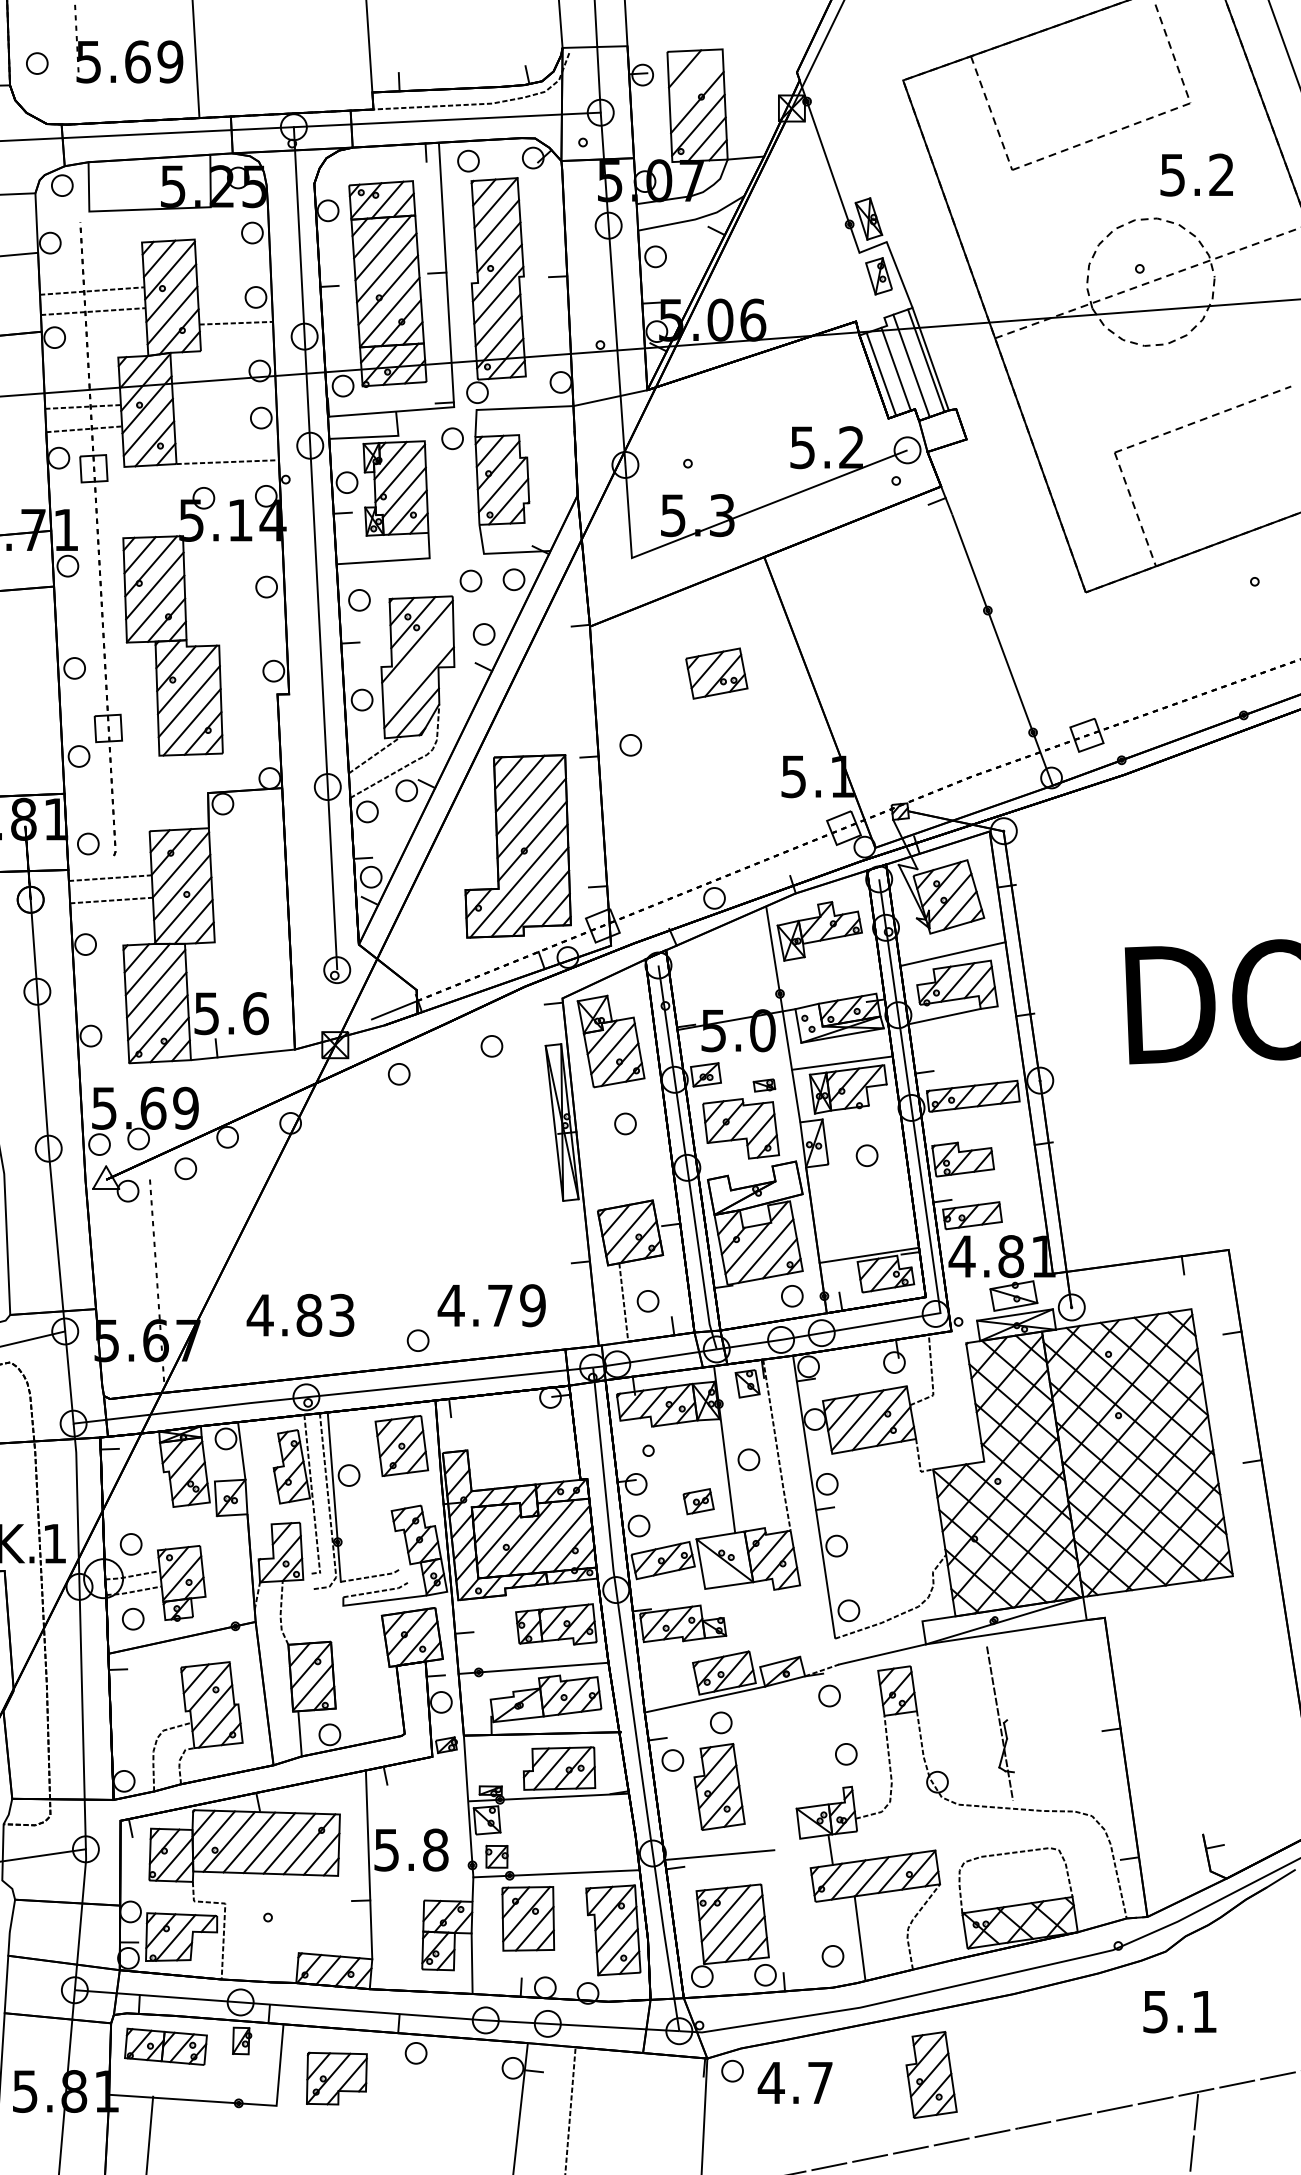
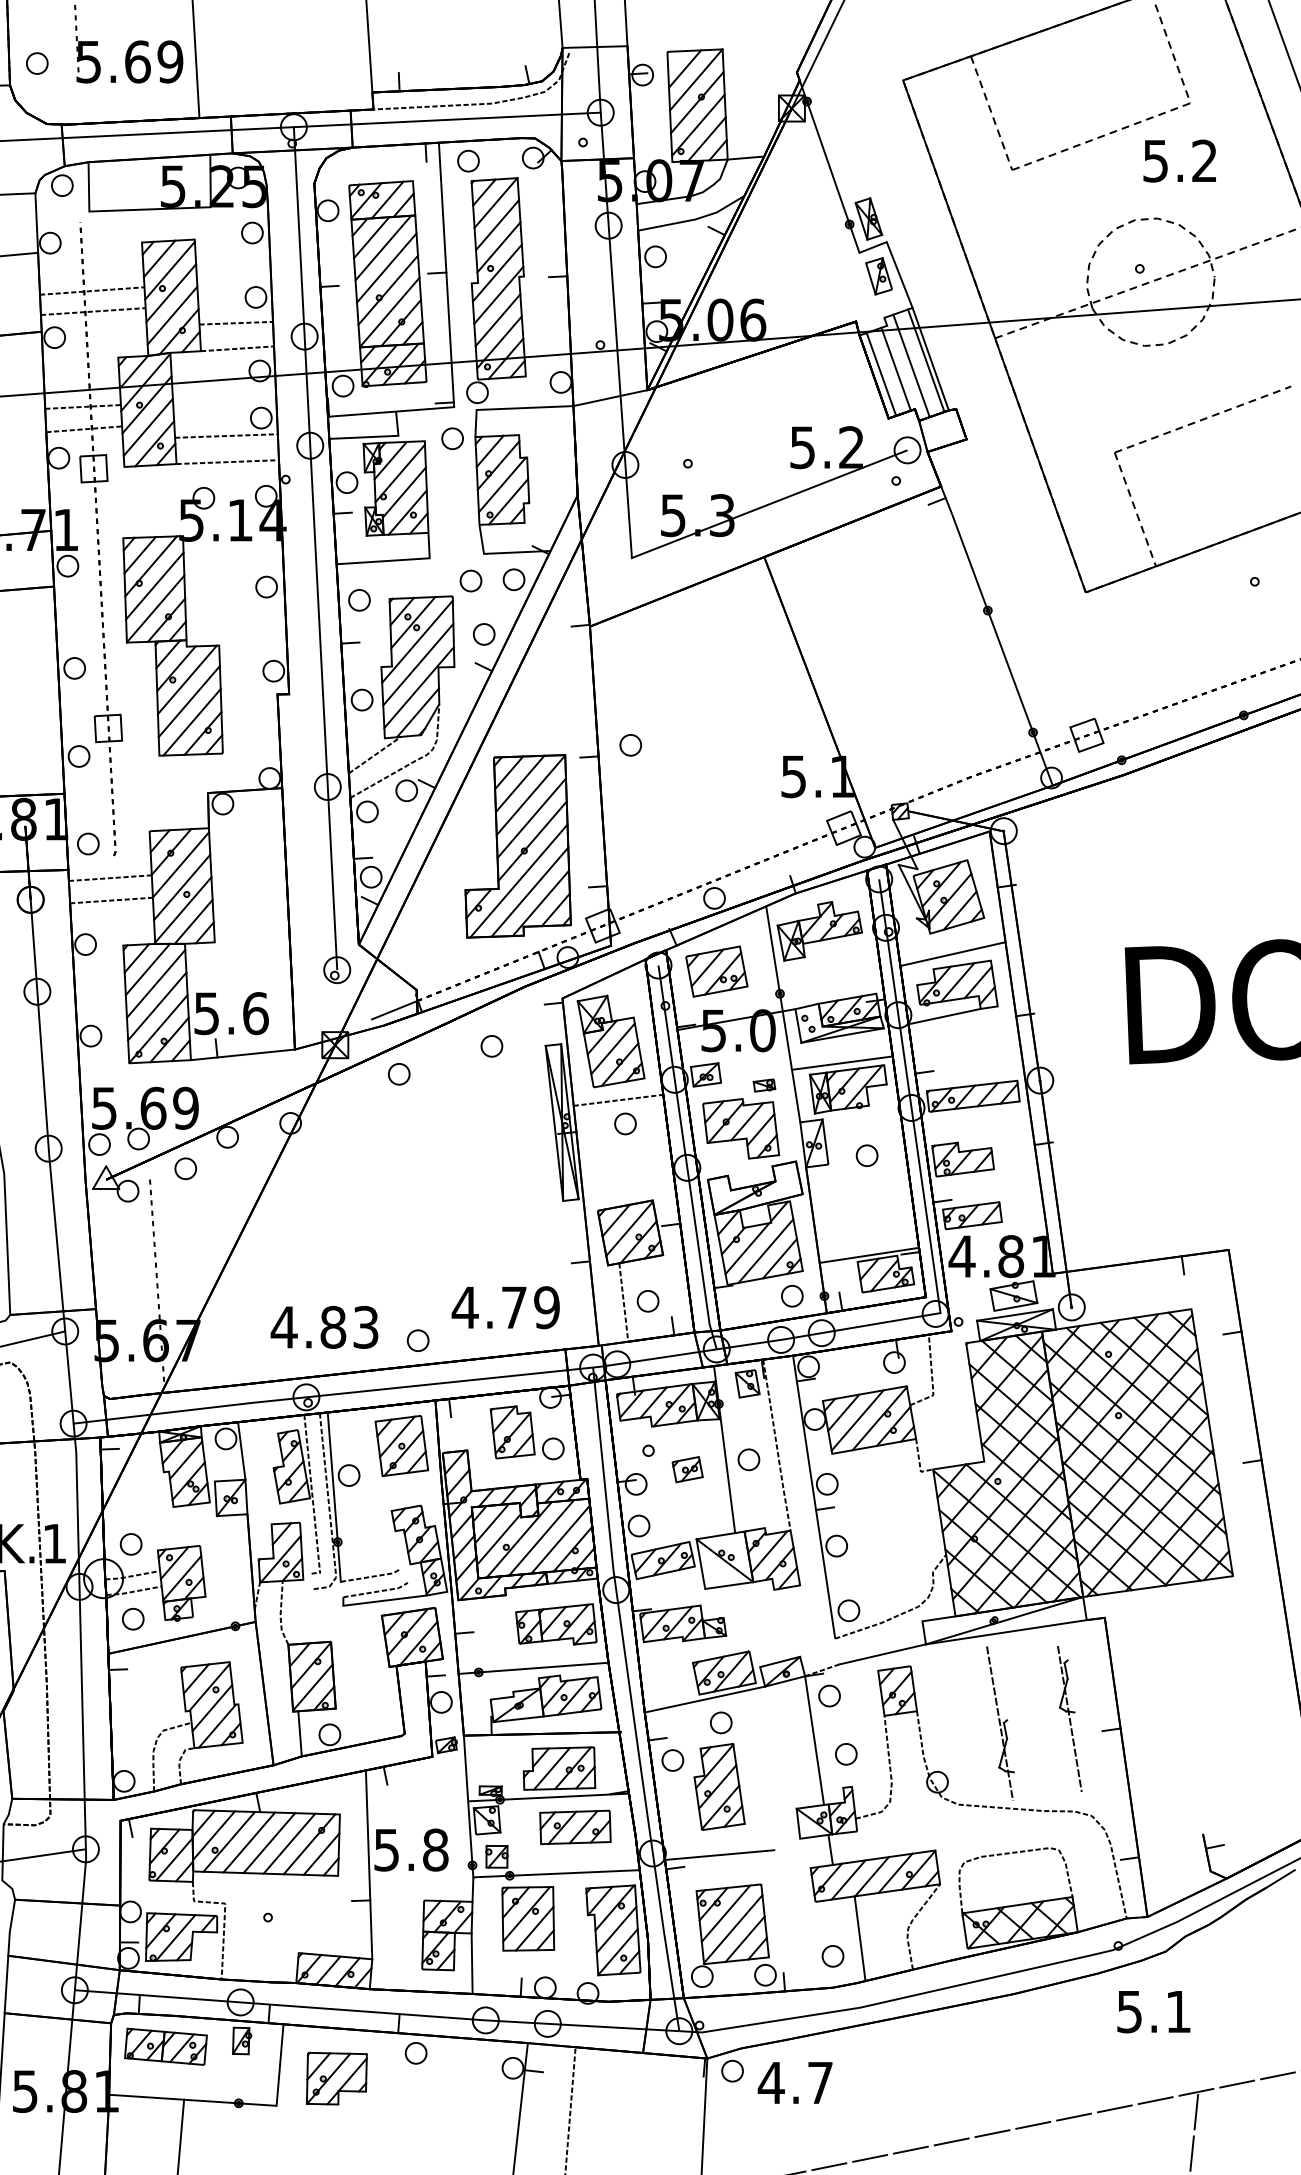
line at (696, 79): none -> present
text at (1196, 174) position: (1196, 174) -> (1179, 160)
line at (237, 348): none -> present
line at (226, 435): none -> present
line at (418, 664): none -> present
part at (716, 673) position: (716, 673) -> (716, 971)
line at (618, 1099): none -> present
text at (491, 1305) position: (491, 1305) -> (505, 1307)
text at (300, 1314) position: (300, 1314) -> (324, 1326)
part at (526, 1432): none -> present
part at (698, 1501) position: (698, 1501) -> (687, 1469)
part at (1069, 1718): none -> present
line at (814, 1740): none -> present
part at (575, 1826): none -> present
text at (1179, 2012) position: (1179, 2012) -> (1153, 2012)
part at (931, 2074): present -> none
line at (149, 2133) position: (149, 2133) -> (180, 2135)
